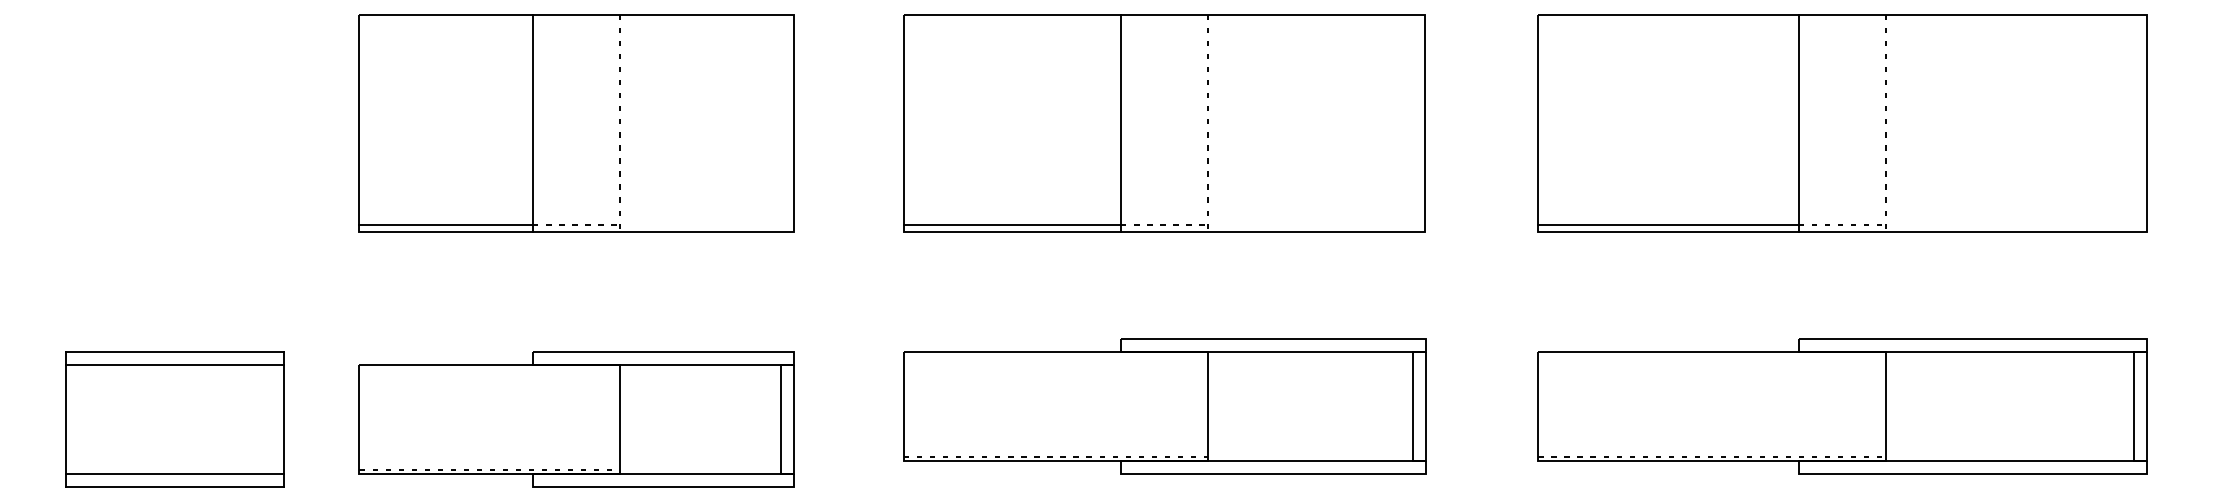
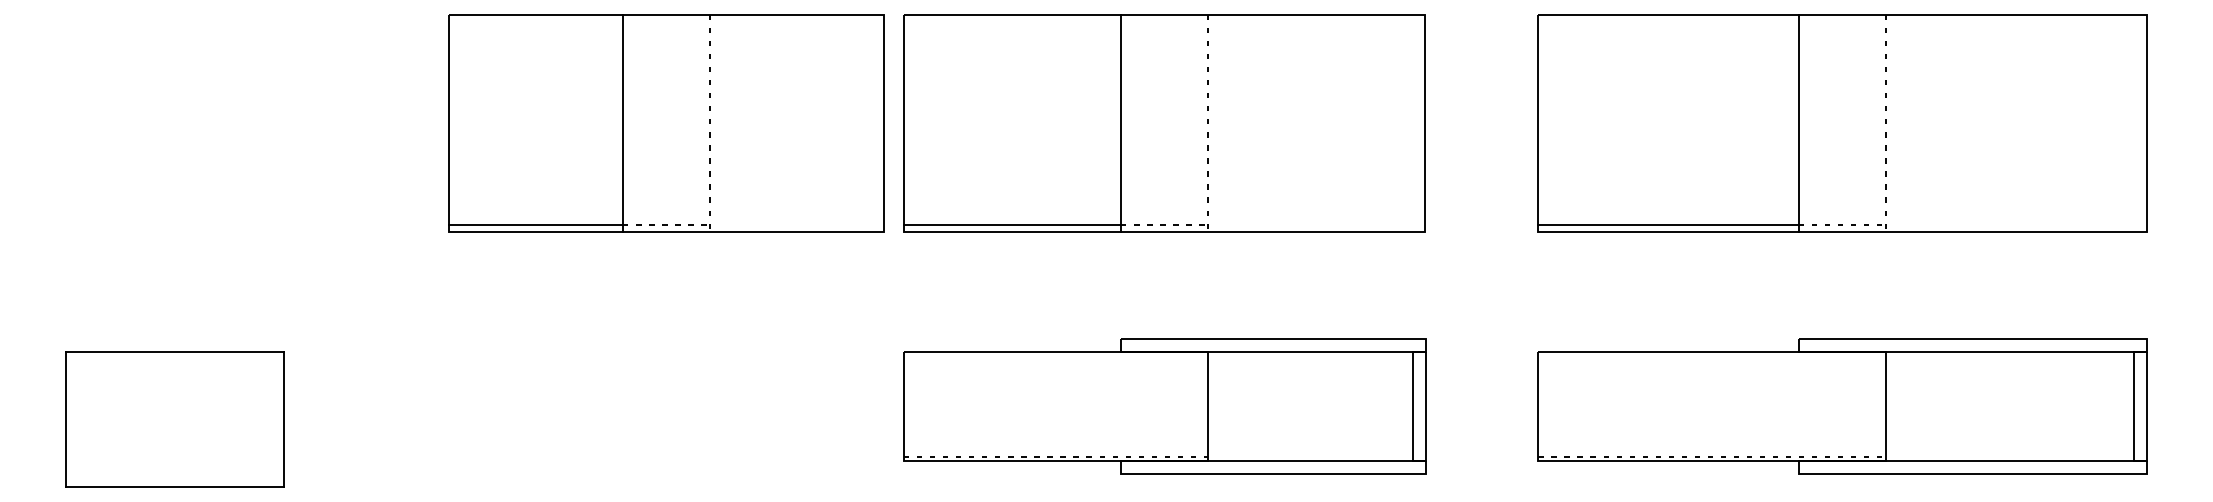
part at (576, 123) position: (576, 123) -> (666, 123)
line at (174, 365): present -> none
part at (576, 419): present -> none
line at (174, 473): present -> none
